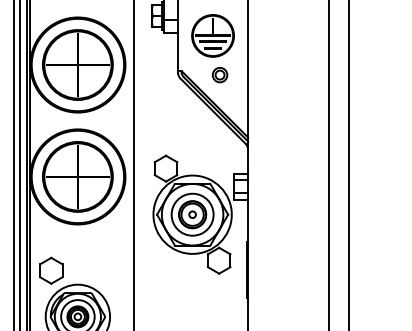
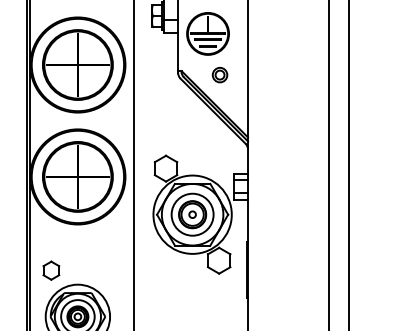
part at (212, 35) position: (212, 35) -> (207, 33)
line at (14, 164): present -> none
line at (19, 164): present -> none
part at (51, 270) size: 25x29 px -> 19x21 px
